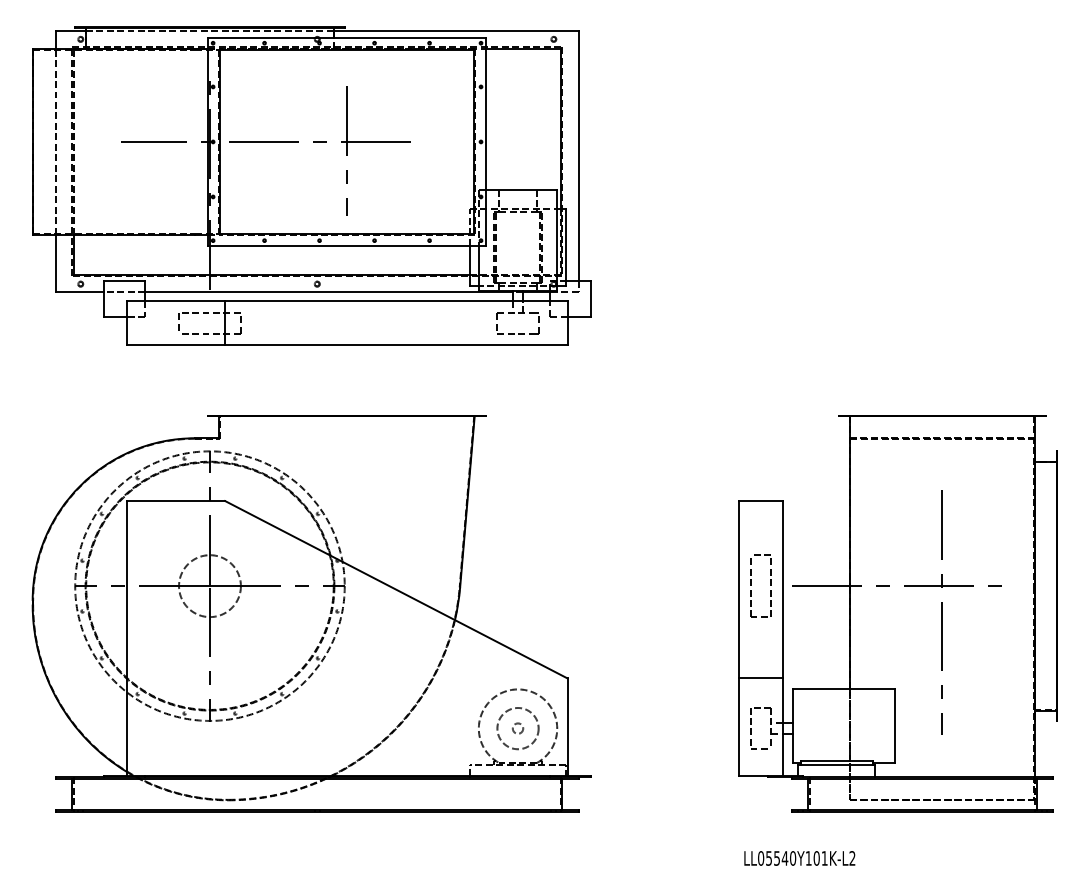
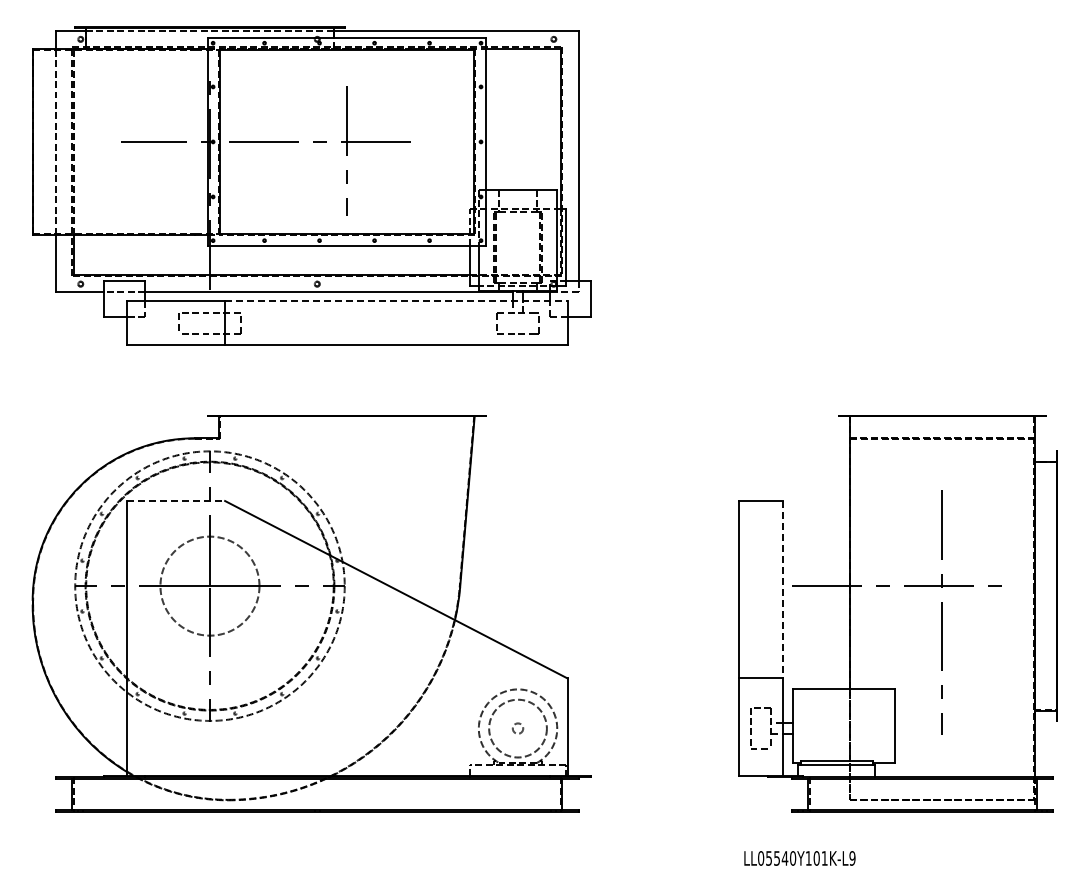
line at (396, 301): solid -> dashed
line at (176, 501): solid -> dashed
part at (751, 585): present -> none
circle at (209, 586) diameter: 62 px -> 99 px
line at (782, 589): solid -> dashed
circle at (517, 728) diameter: 41 px -> 58 px
text at (852, 858): LL05540Y101K-L2 -> LL05540Y101K-L9
